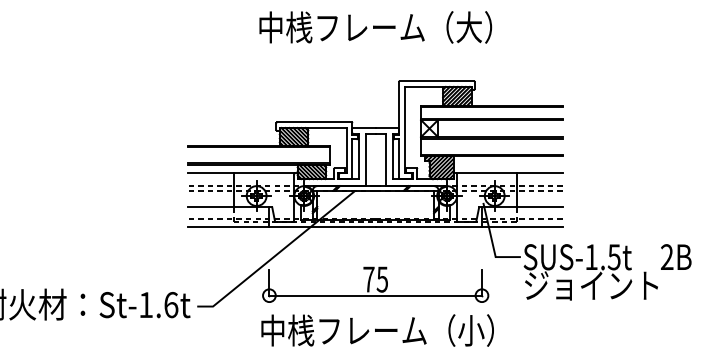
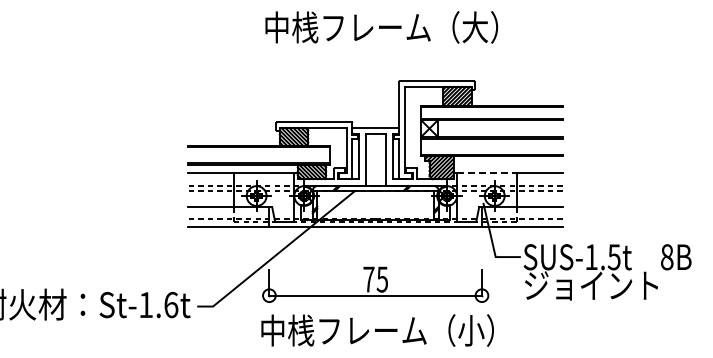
text at (375, 27) position: (375, 27) -> (381, 27)
line at (487, 173): solid -> dashed
text at (667, 257): 2B -> 8B
